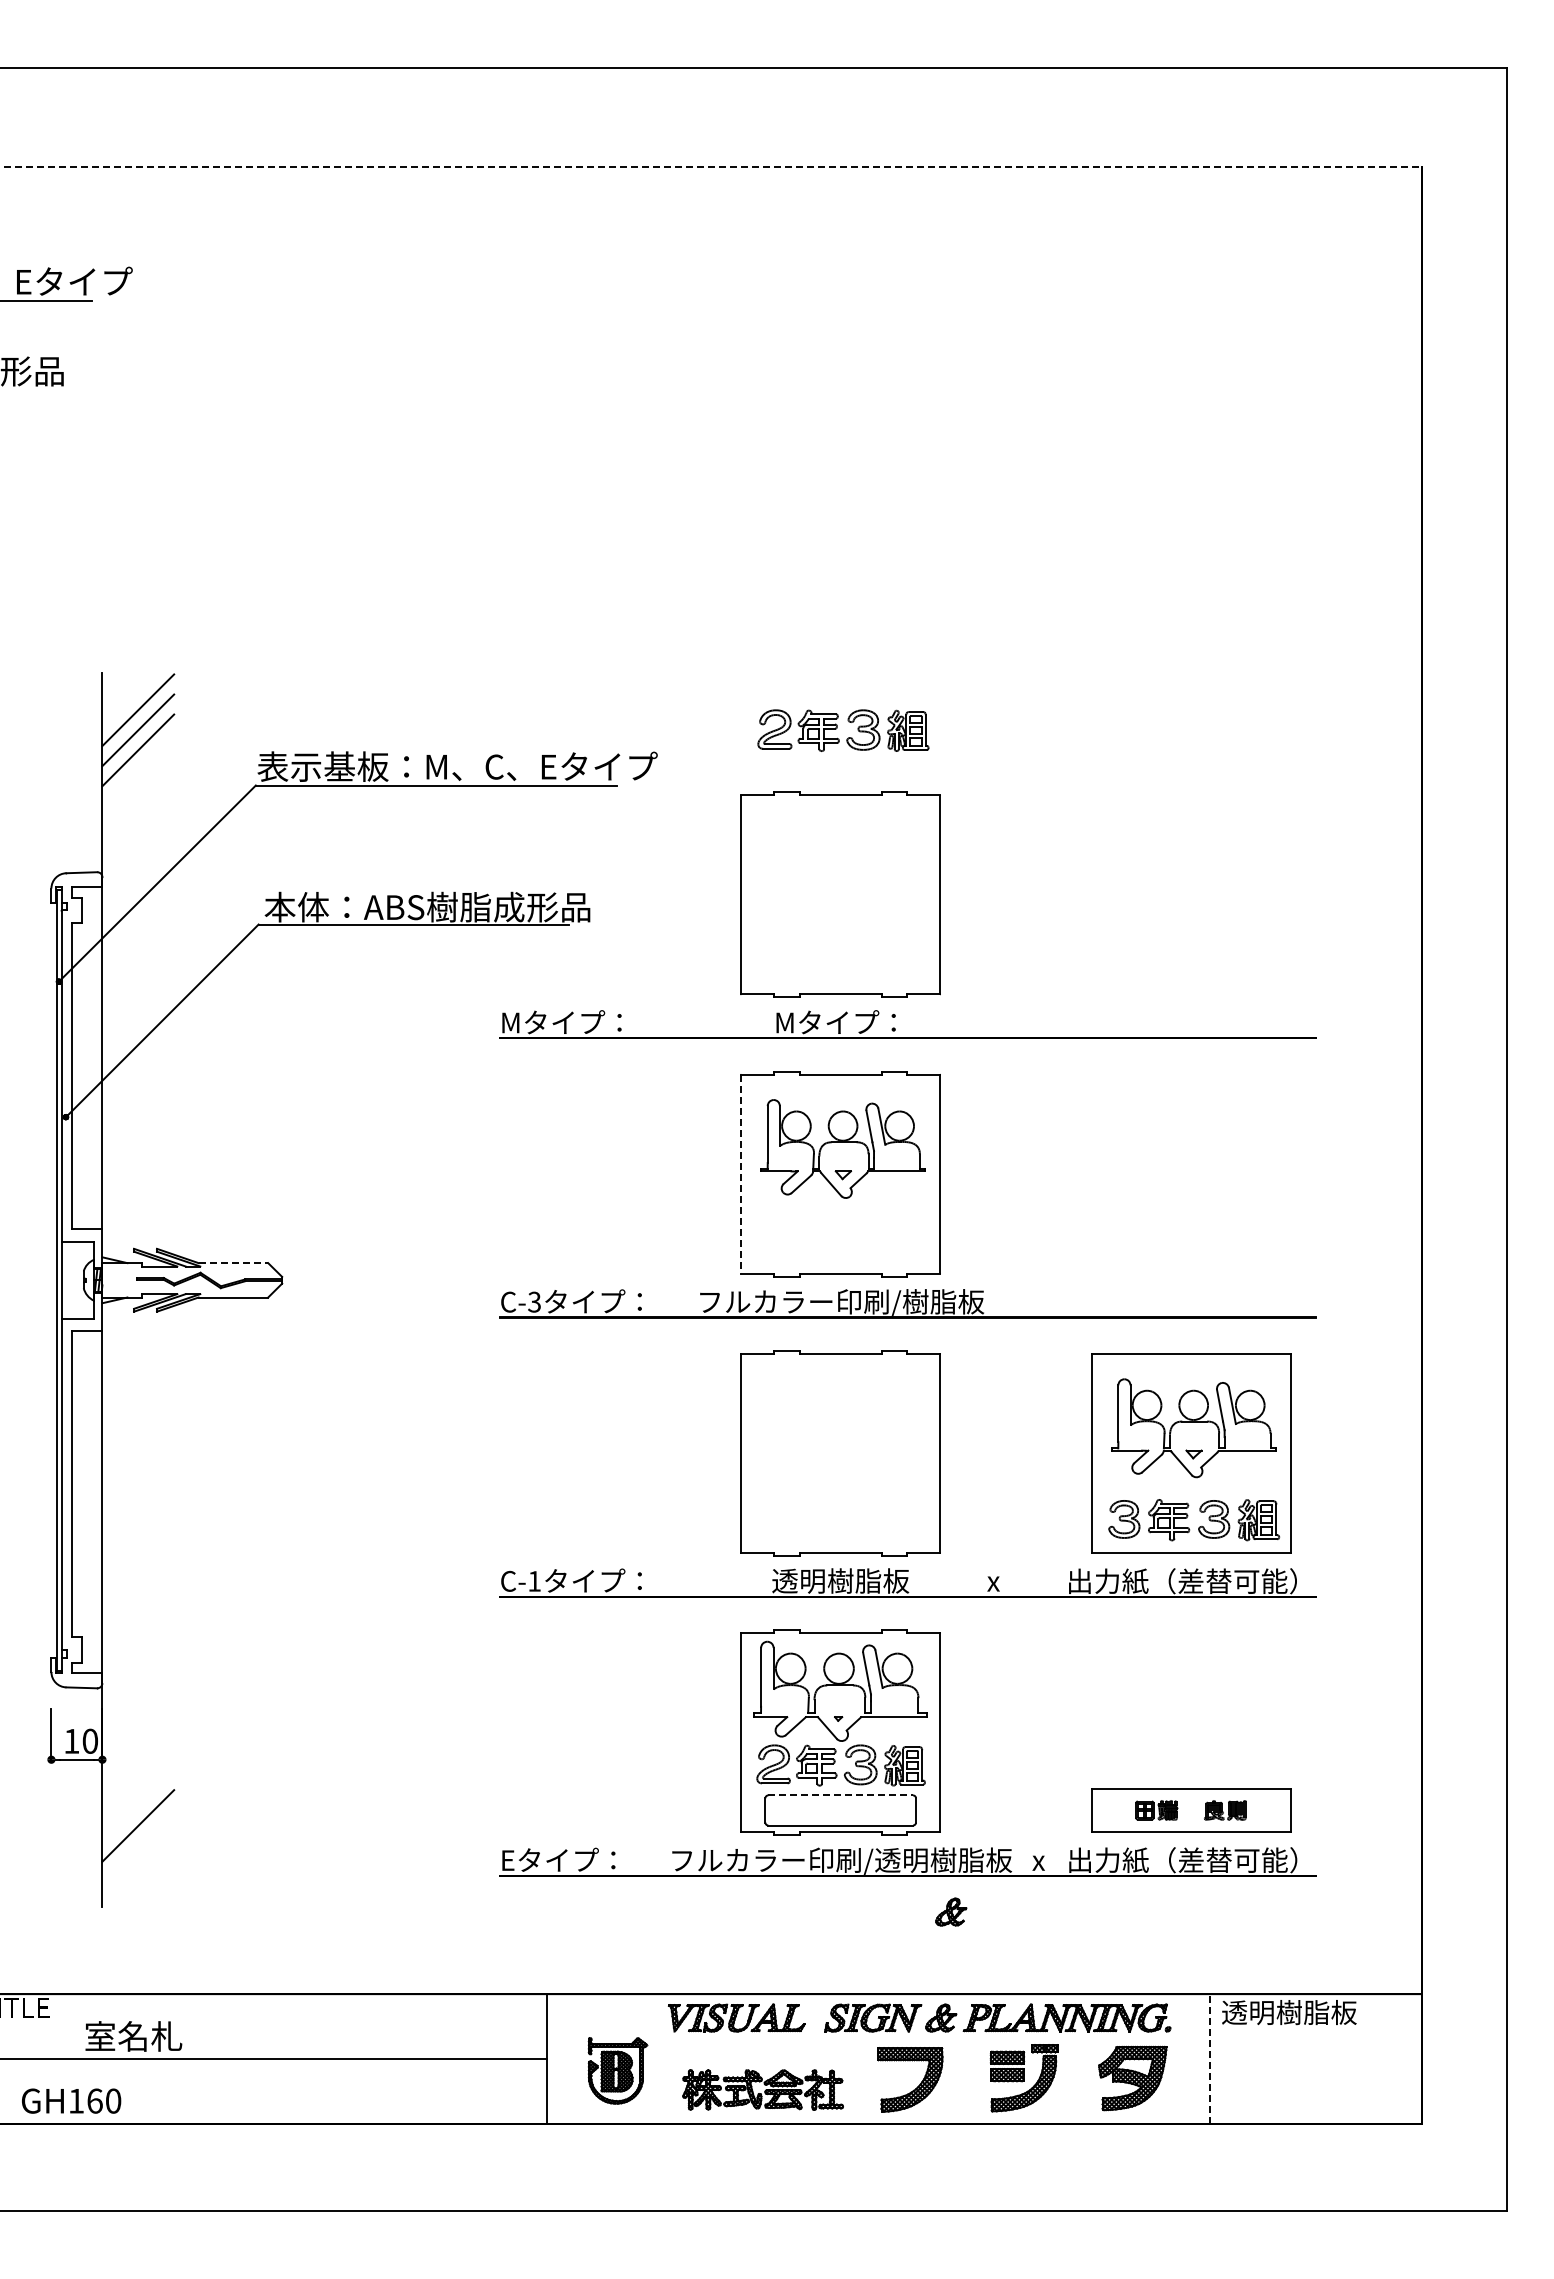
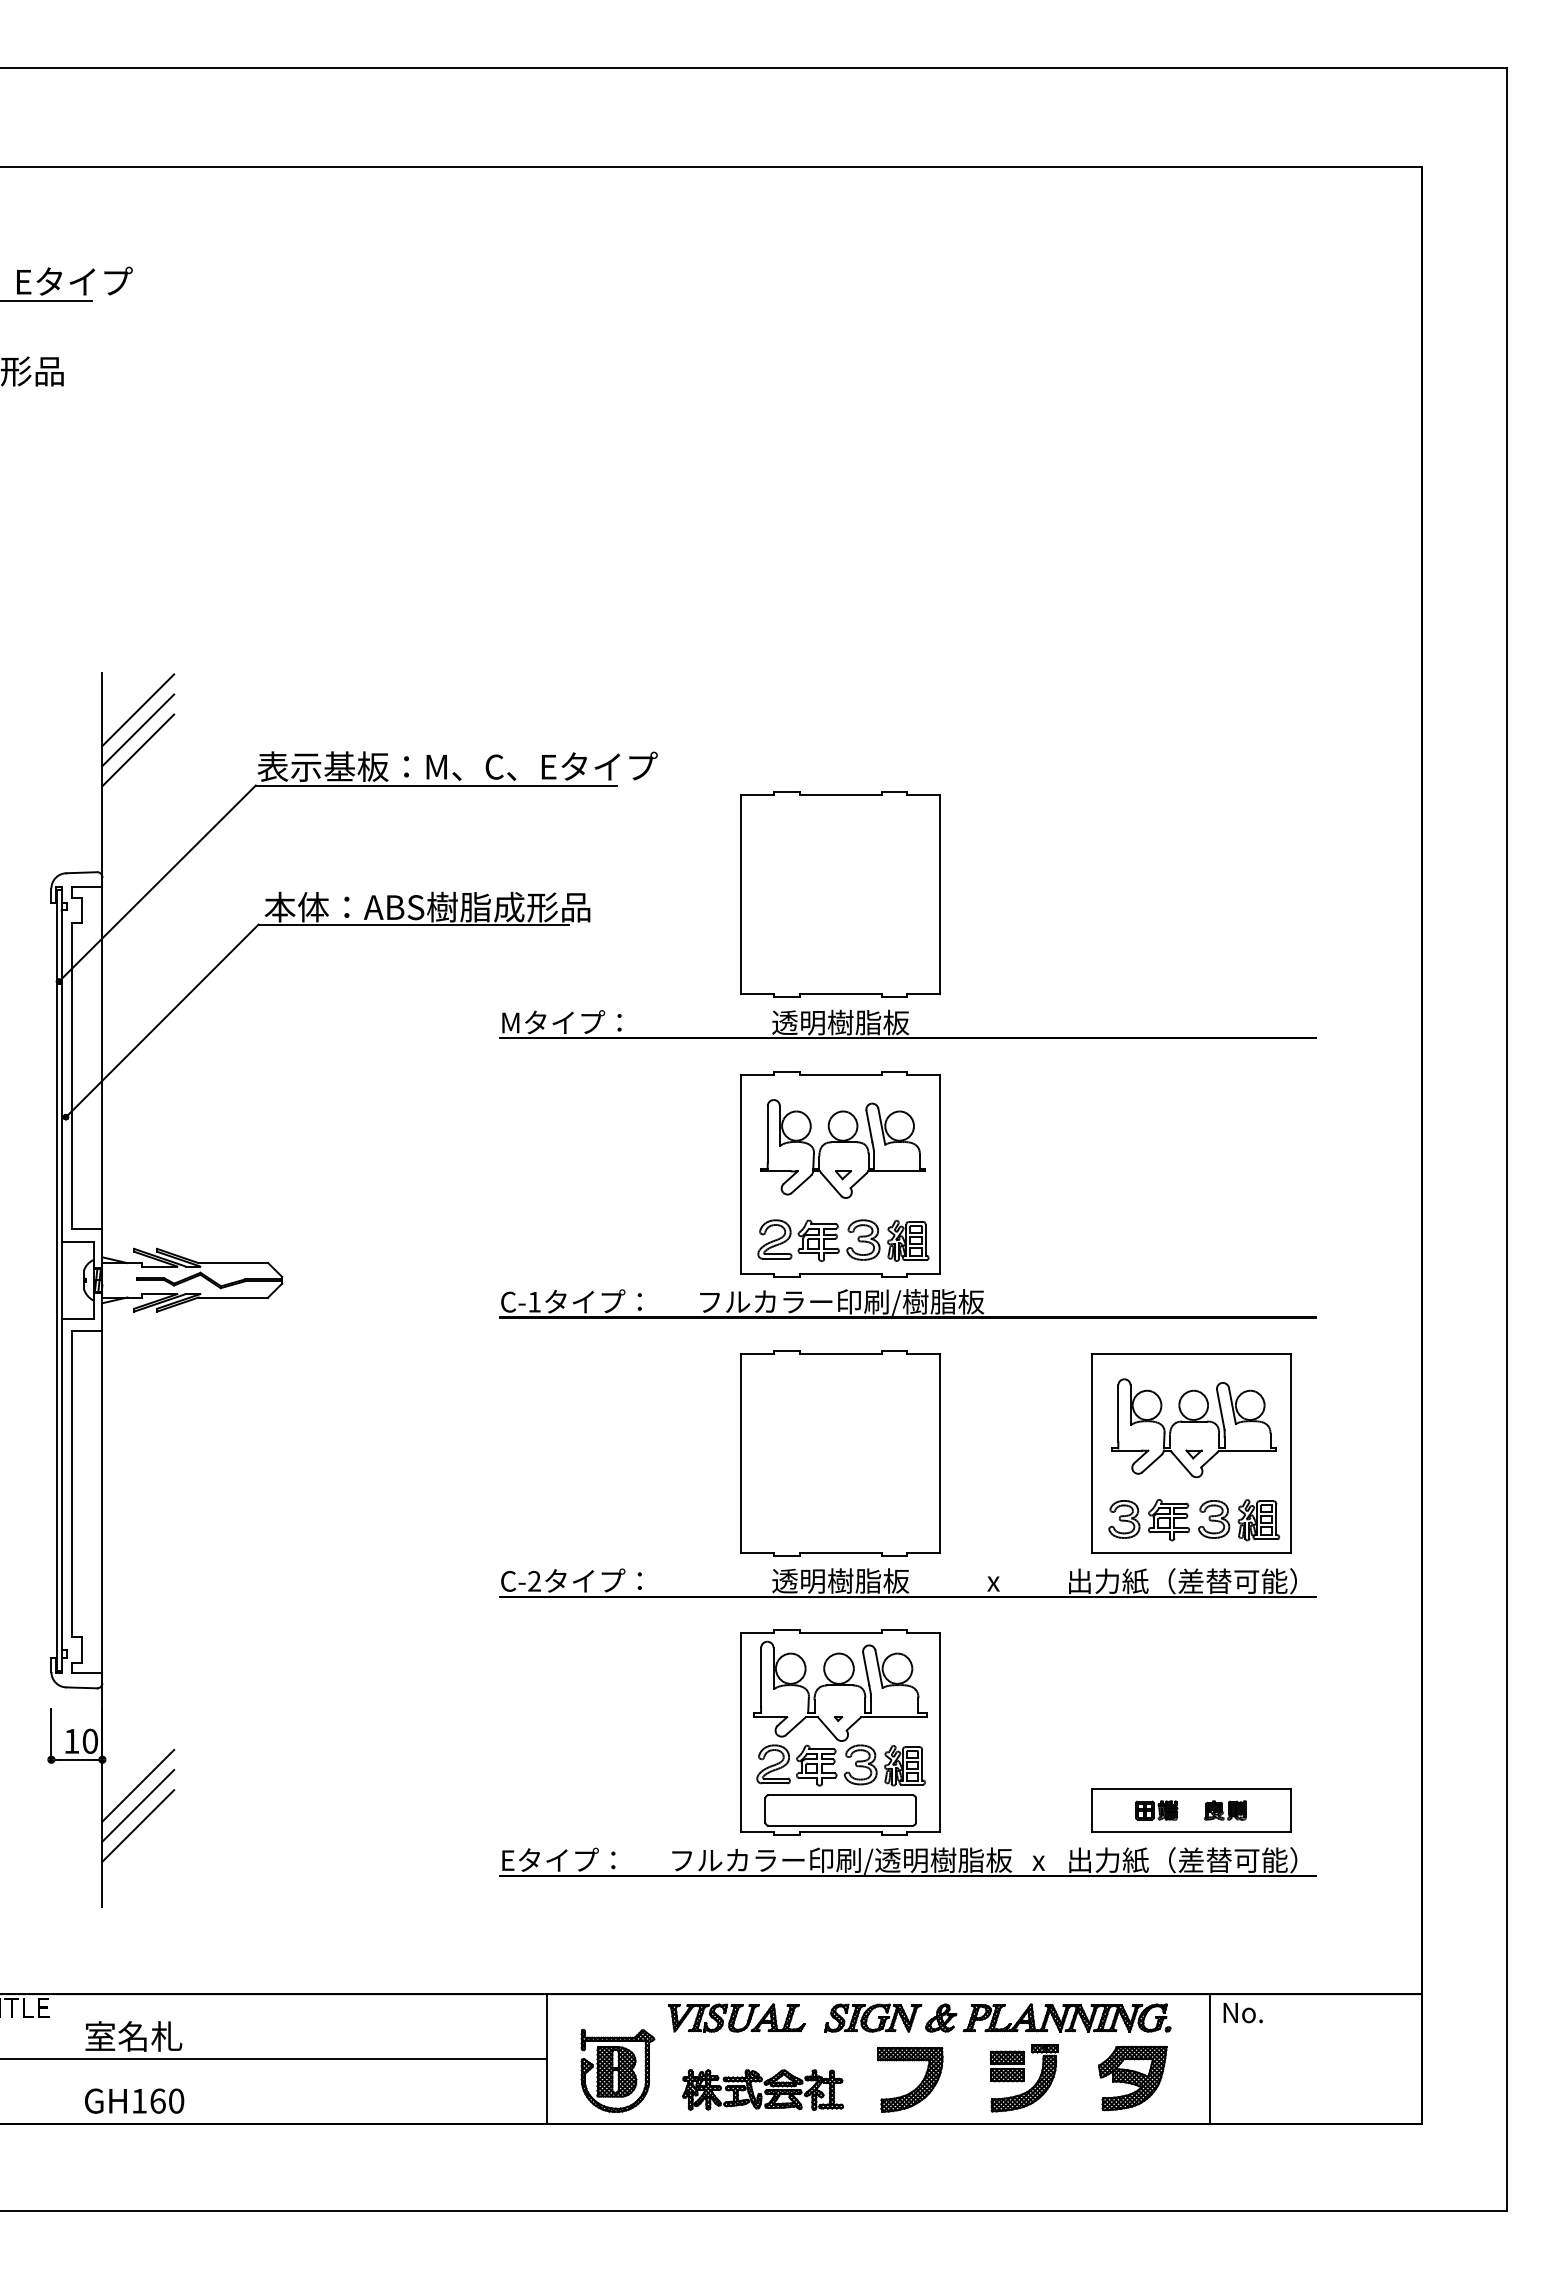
line at (711, 166): dashed -> solid
part at (837, 728) position: (837, 728) -> (837, 1238)
text at (840, 1022): Mタイプ： -> 透明樹脂板
line at (741, 1174): dashed -> solid
line at (233, 1263): dashed -> solid
text at (534, 1301): C-3 -> C-1
text at (534, 1580): C-1 -> C-2
line at (138, 1785): none -> present
line at (841, 1795): dashed -> solid
line at (138, 1805): none -> present
part at (951, 1911): present -> none
text at (1289, 2012): 透明樹脂板 -> No.
line at (1210, 2058): dashed -> solid
part at (617, 2070) size: 62x68 px -> 76x85 px
text at (71, 2100) position: (71, 2100) -> (134, 2100)
